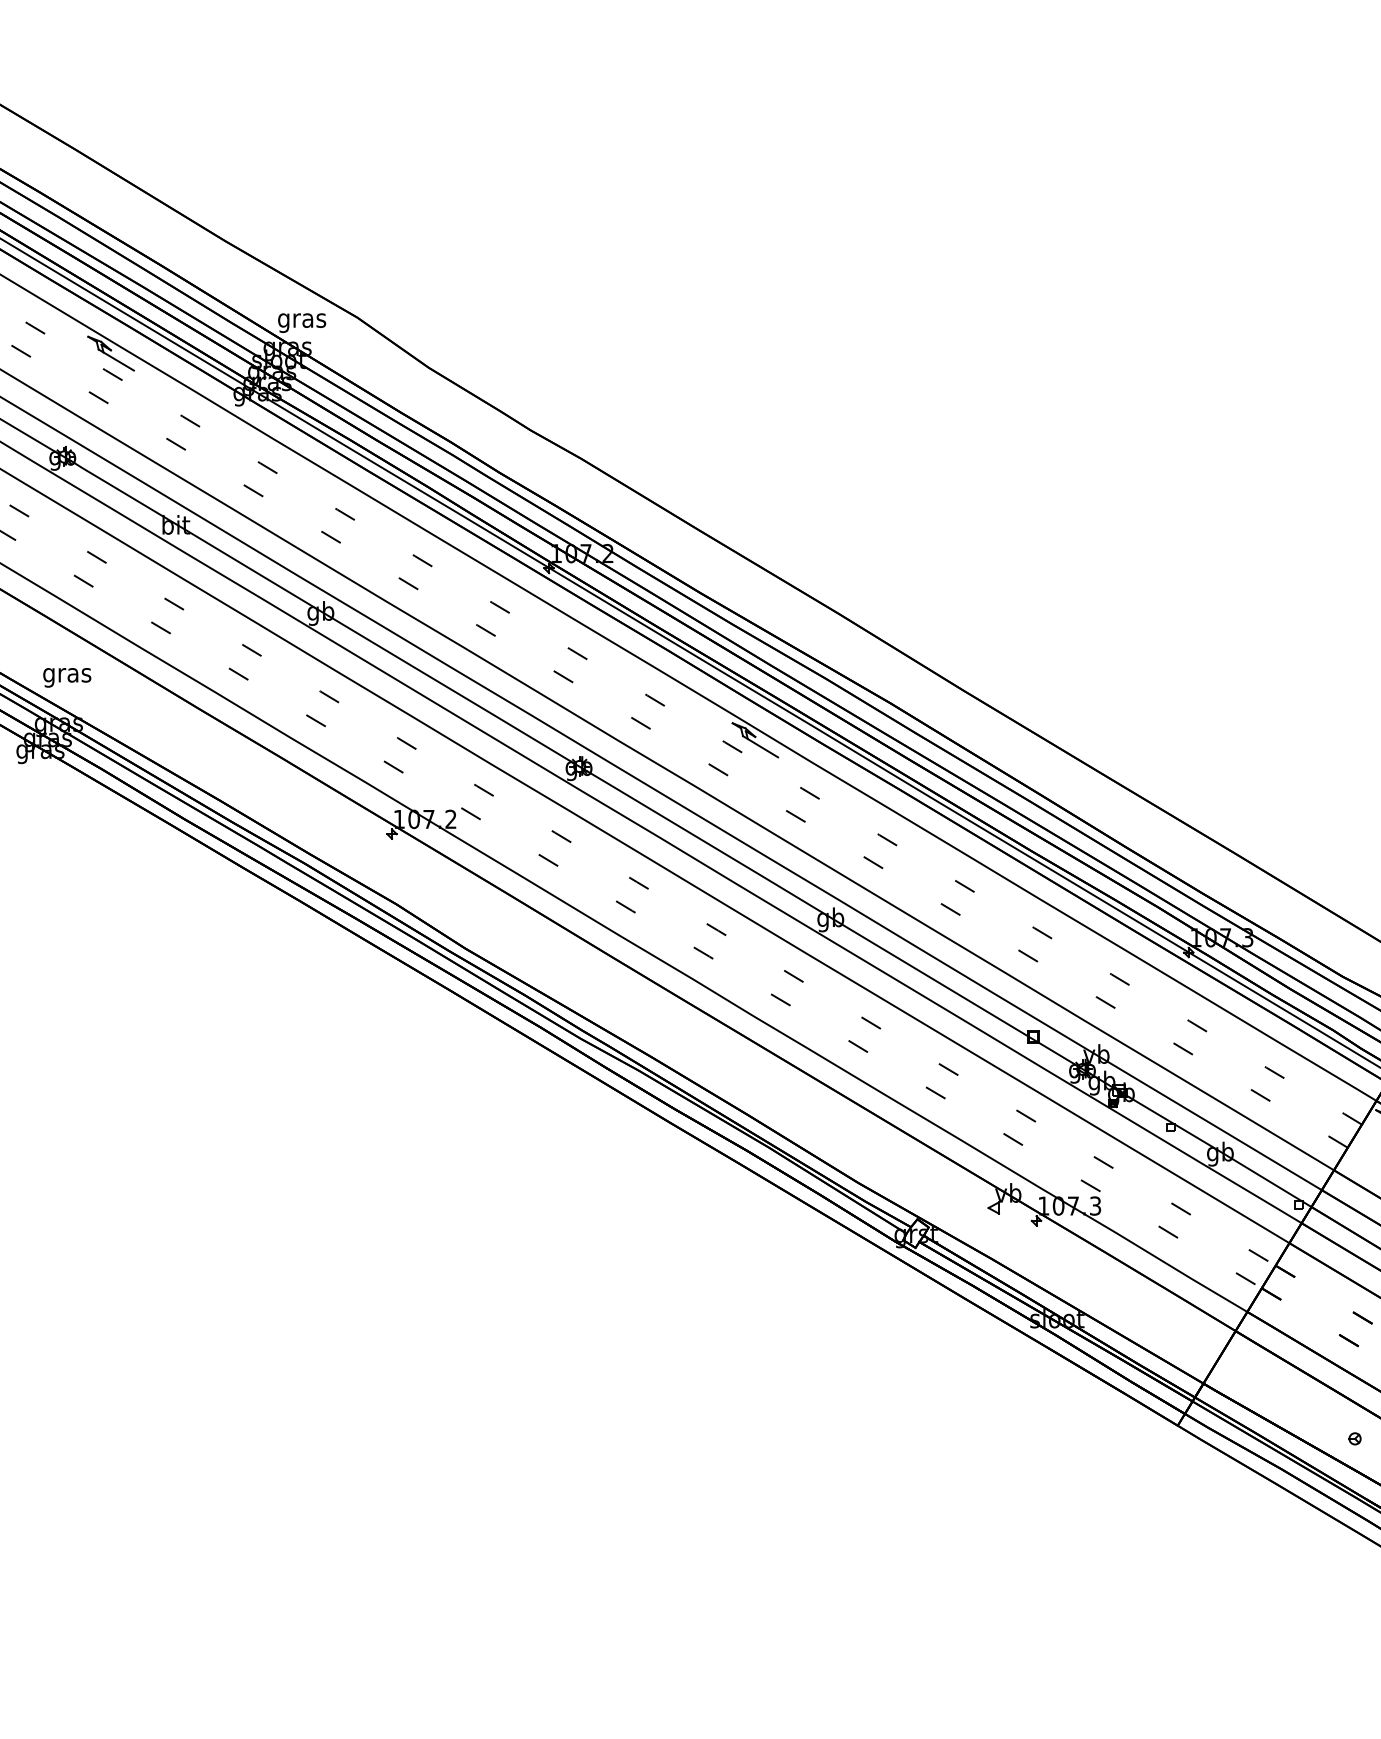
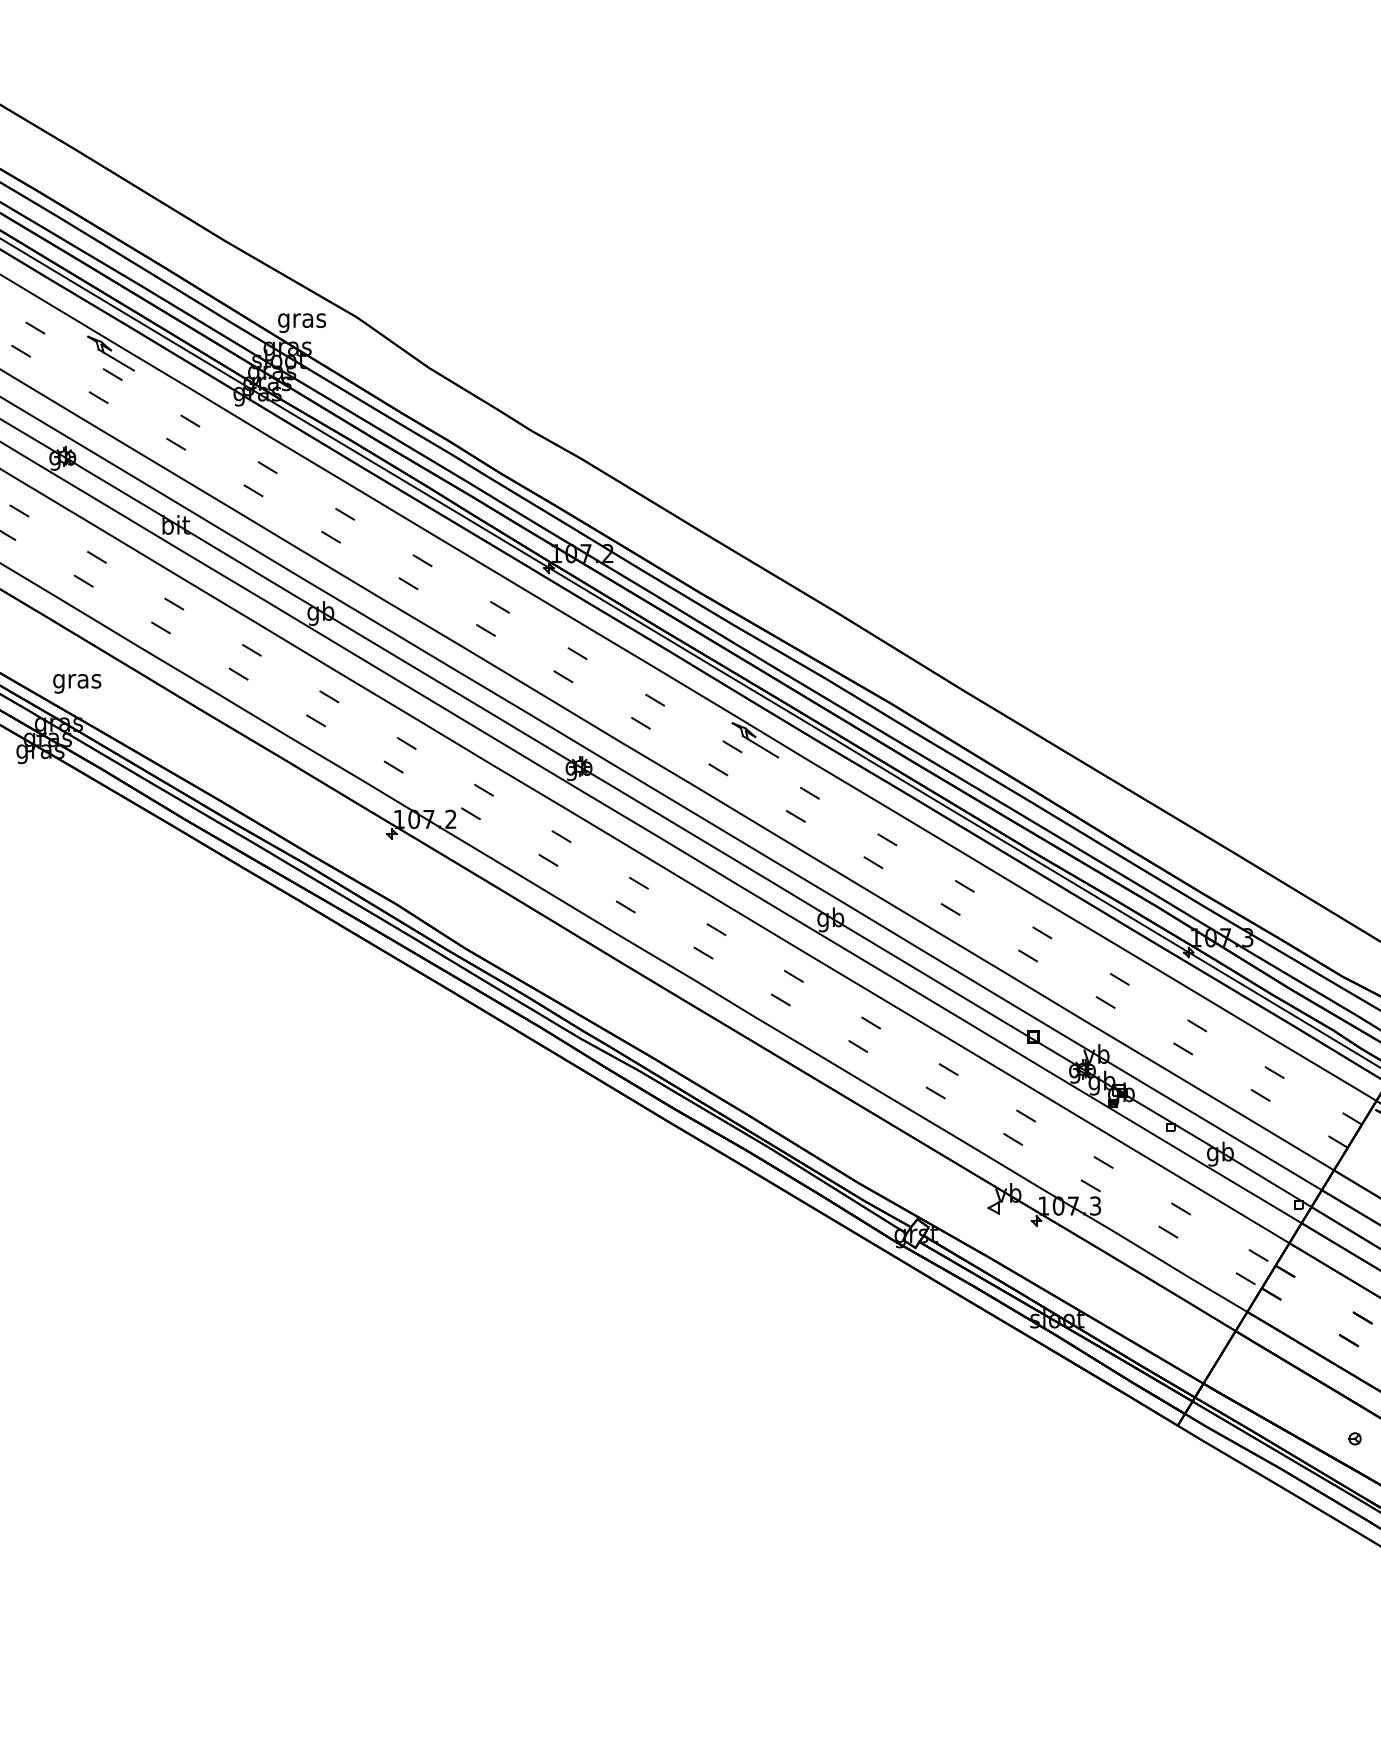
text at (67, 677) position: (67, 677) -> (77, 683)
